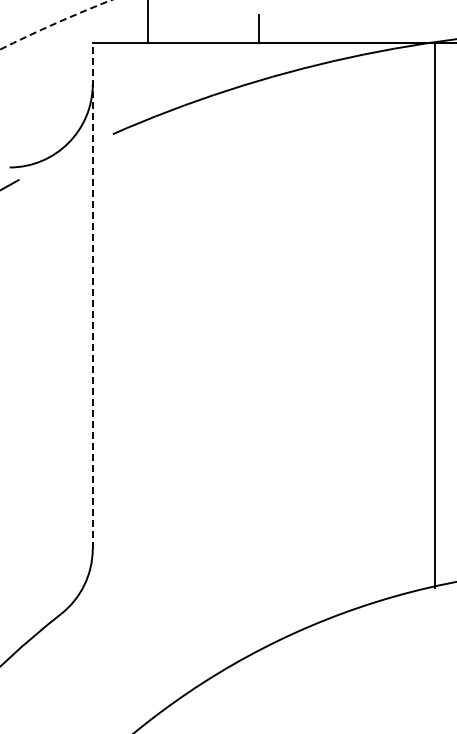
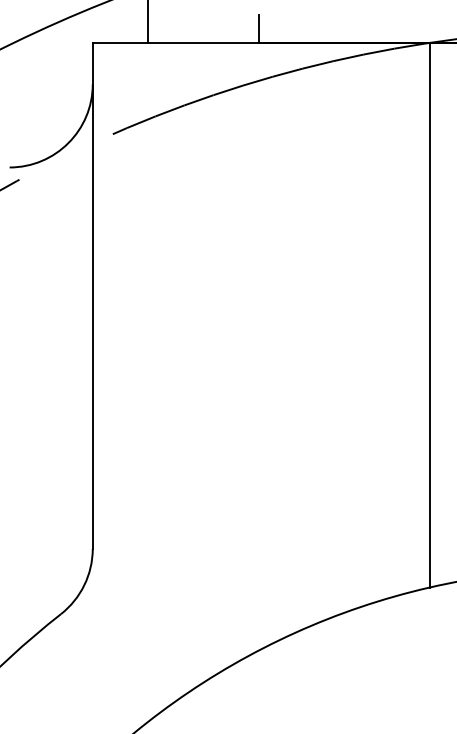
arc at (56, 23): dashed -> solid
line at (92, 295): dashed -> solid
line at (434, 314) position: (434, 314) -> (429, 314)
